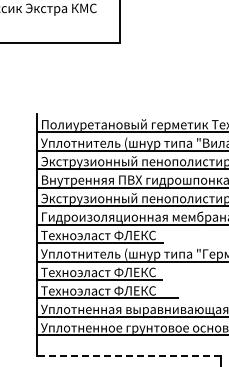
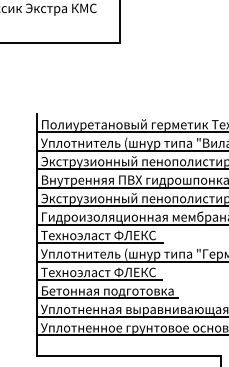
text at (107, 291): Техноэласт ФЛЕКС -> Бетонная подготовка
line at (128, 355): dashed -> solid
